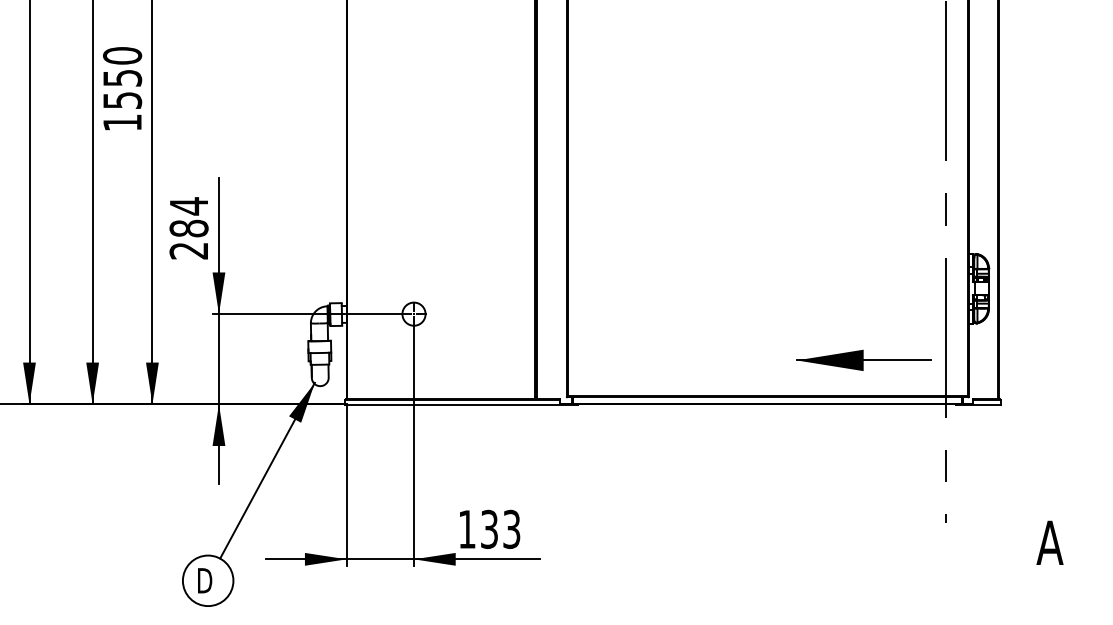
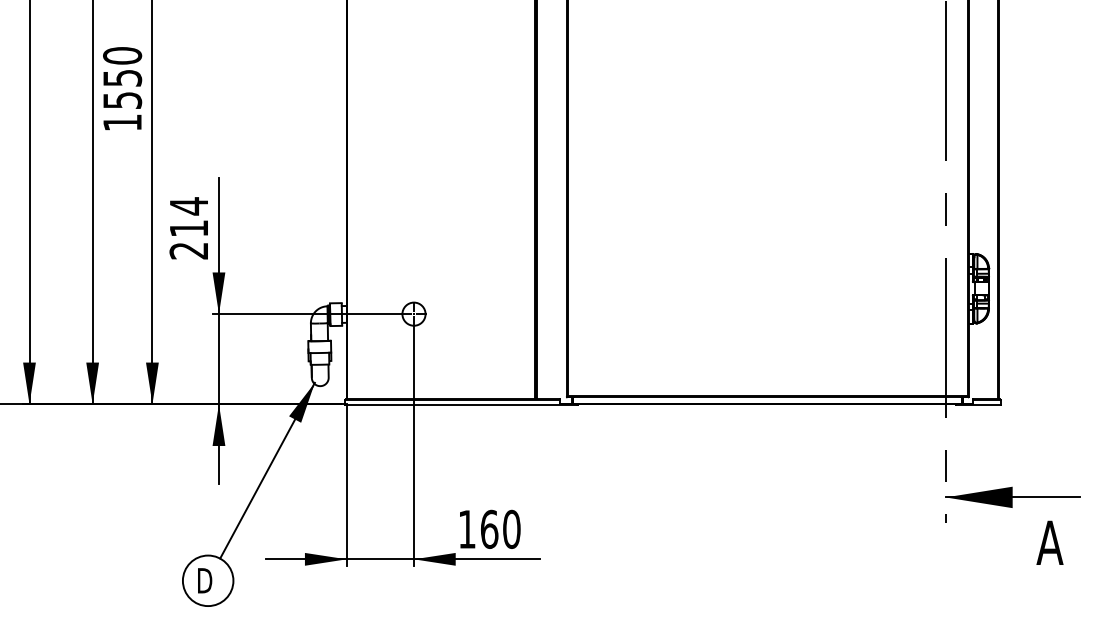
text at (188, 228): 284 -> 214
part at (863, 359) position: (863, 359) -> (1012, 496)
text at (500, 528): 133 -> 160
